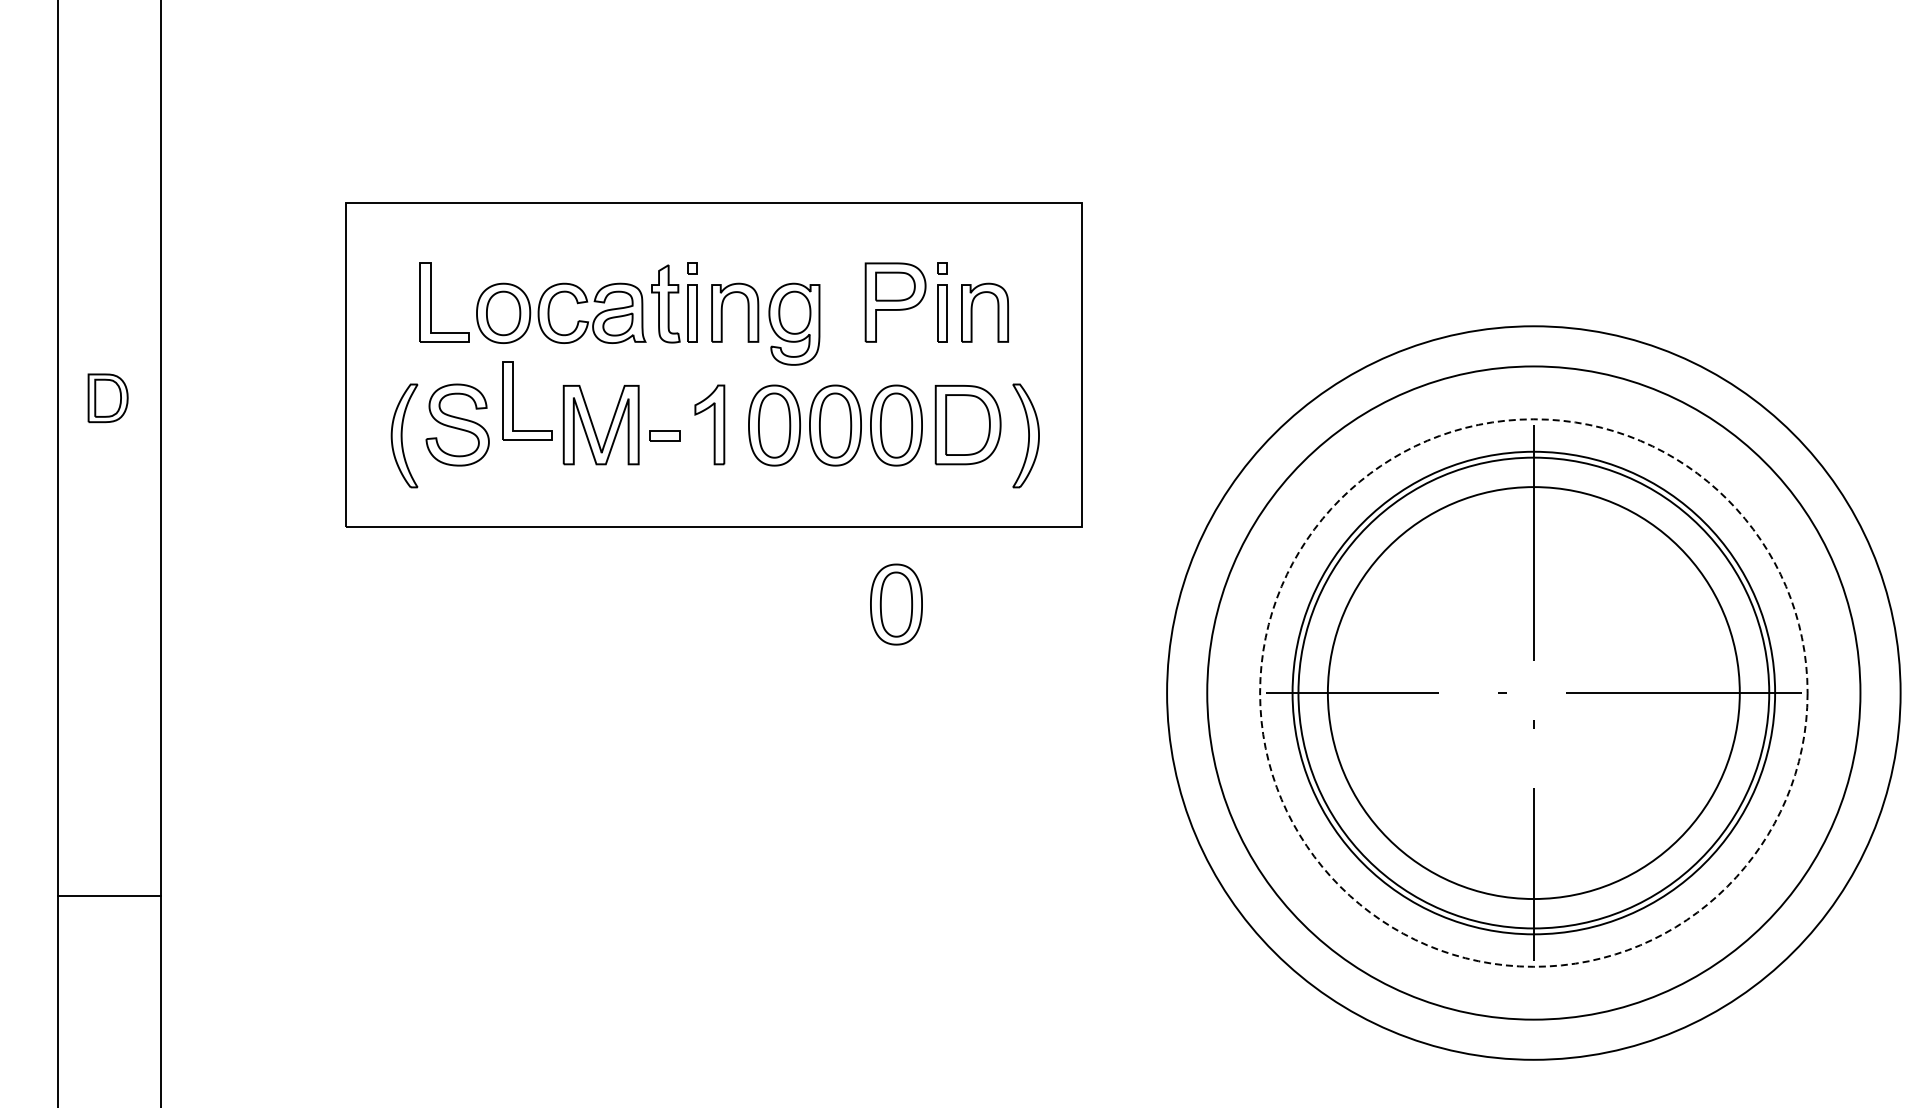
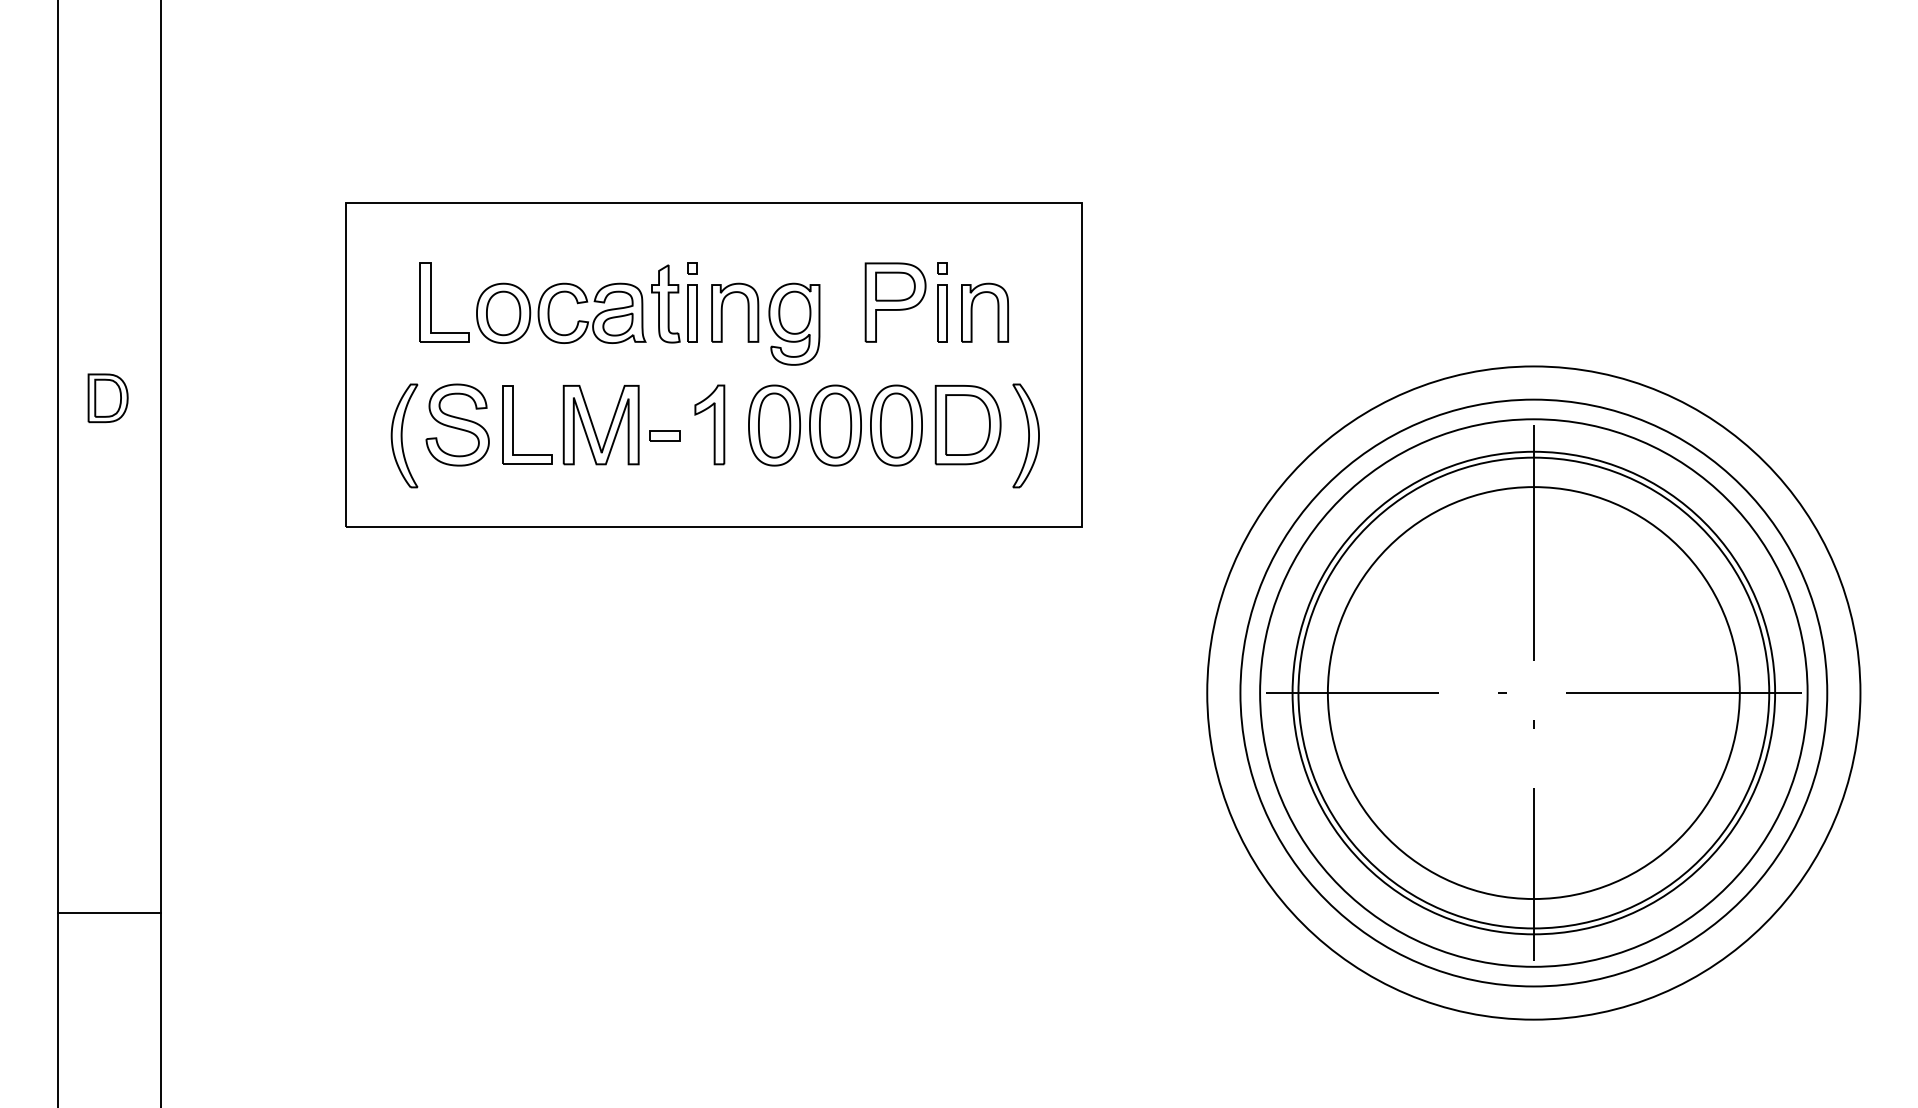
part at (513, 400) position: (513, 400) -> (513, 424)
part at (896, 604): present -> none
circle at (1533, 692) diameter: 734 px -> 587 px
circle at (1533, 692): dashed -> solid
line at (108, 896) position: (108, 896) -> (108, 913)
